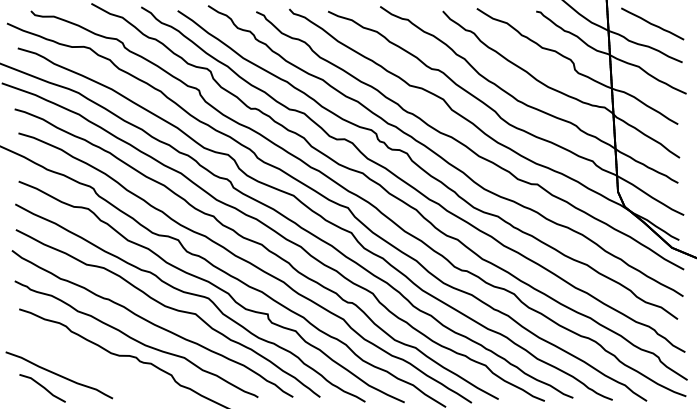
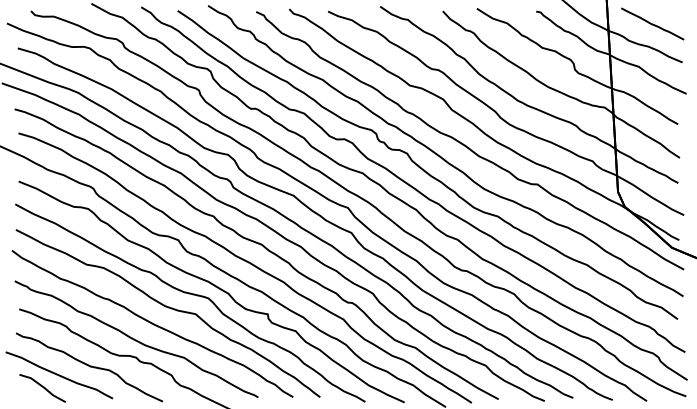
part at (88, 367): none -> present
